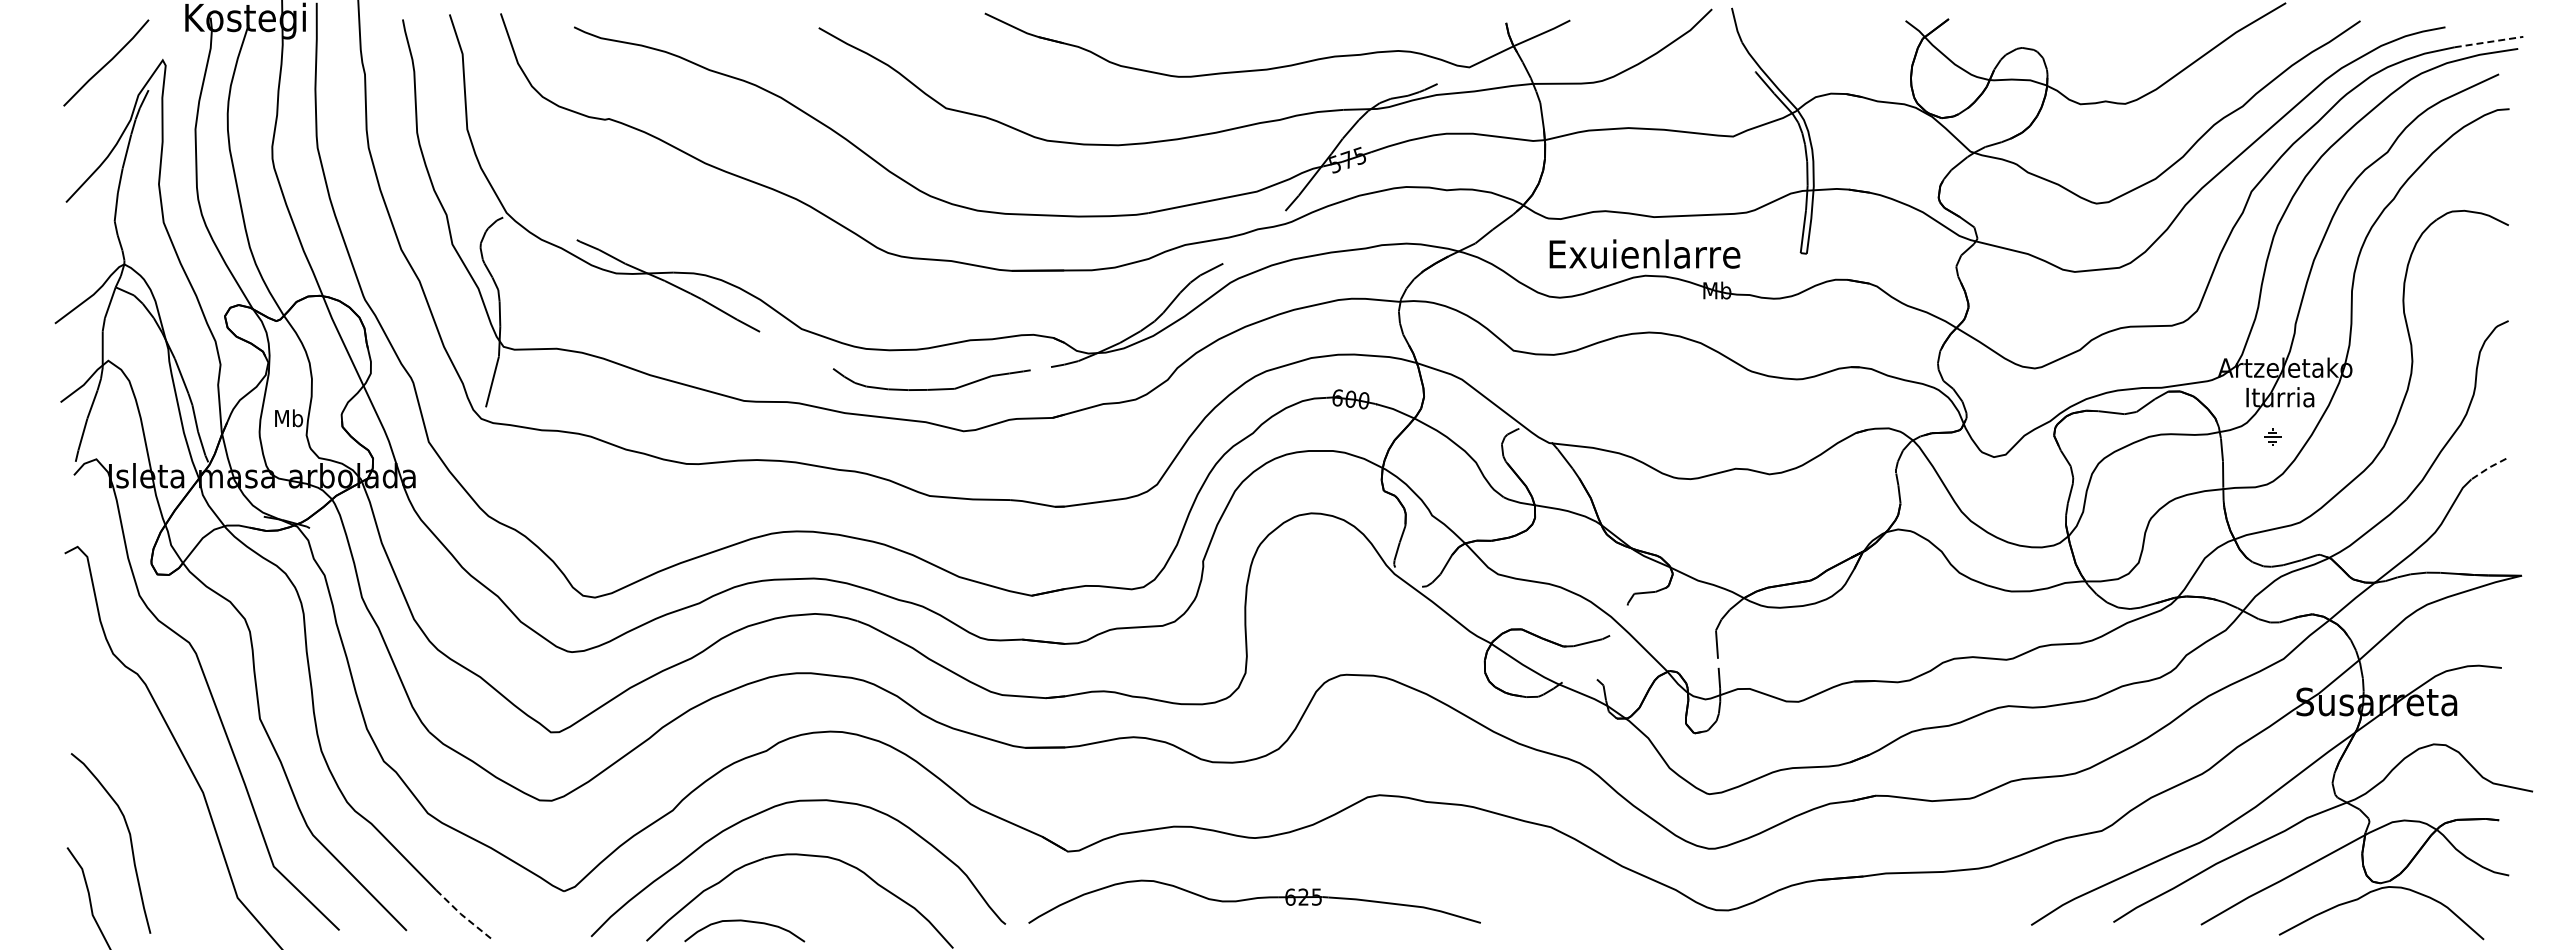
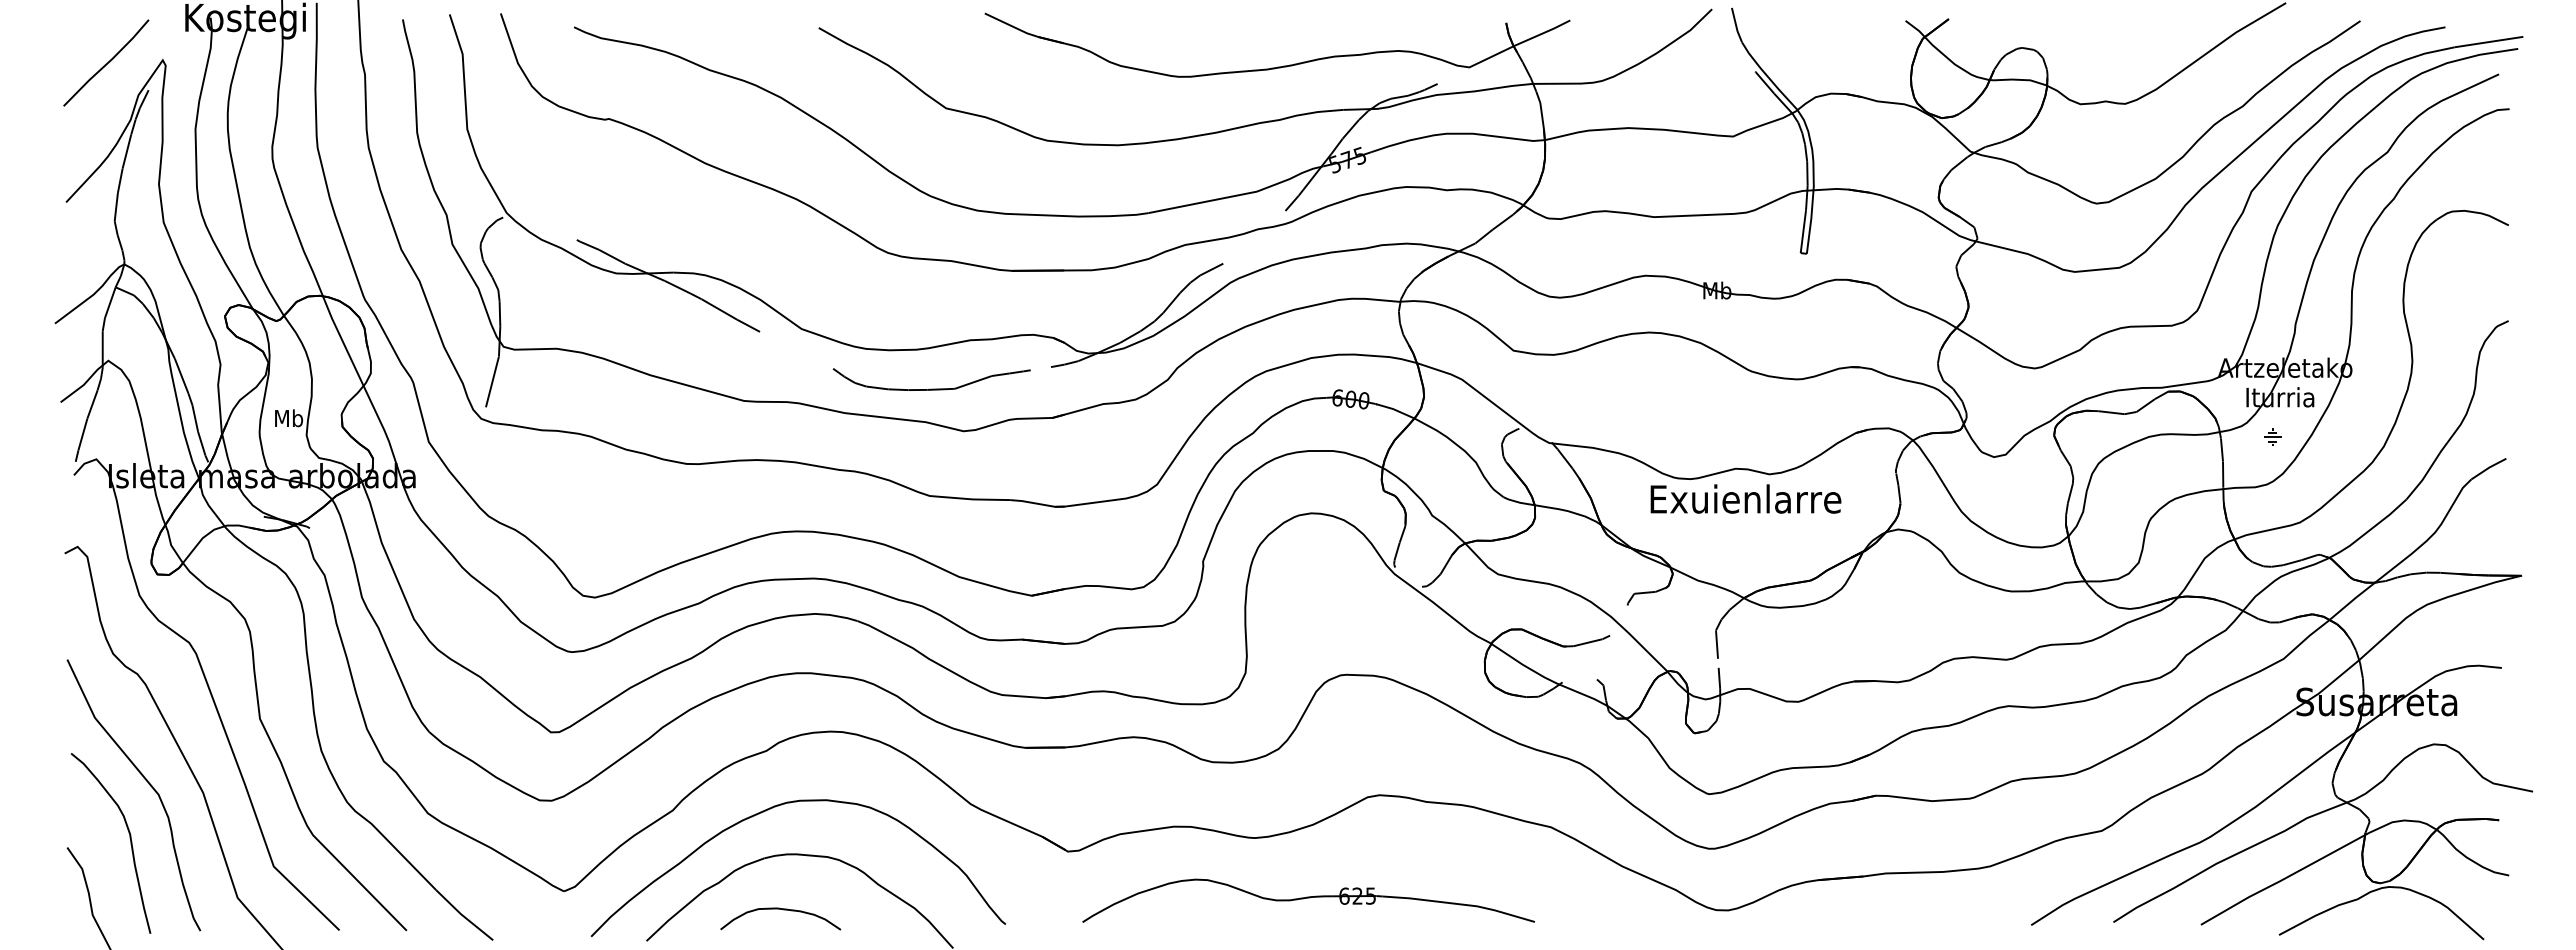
line at (2489, 42): dashed -> solid
text at (1644, 253) position: (1644, 253) -> (1745, 498)
line at (2488, 467): dashed -> solid
curve at (148, 784): none -> present
part at (1254, 901) position: (1254, 901) -> (1308, 900)
line at (463, 916): dashed -> solid
curve at (747, 922) position: (747, 922) -> (783, 910)
